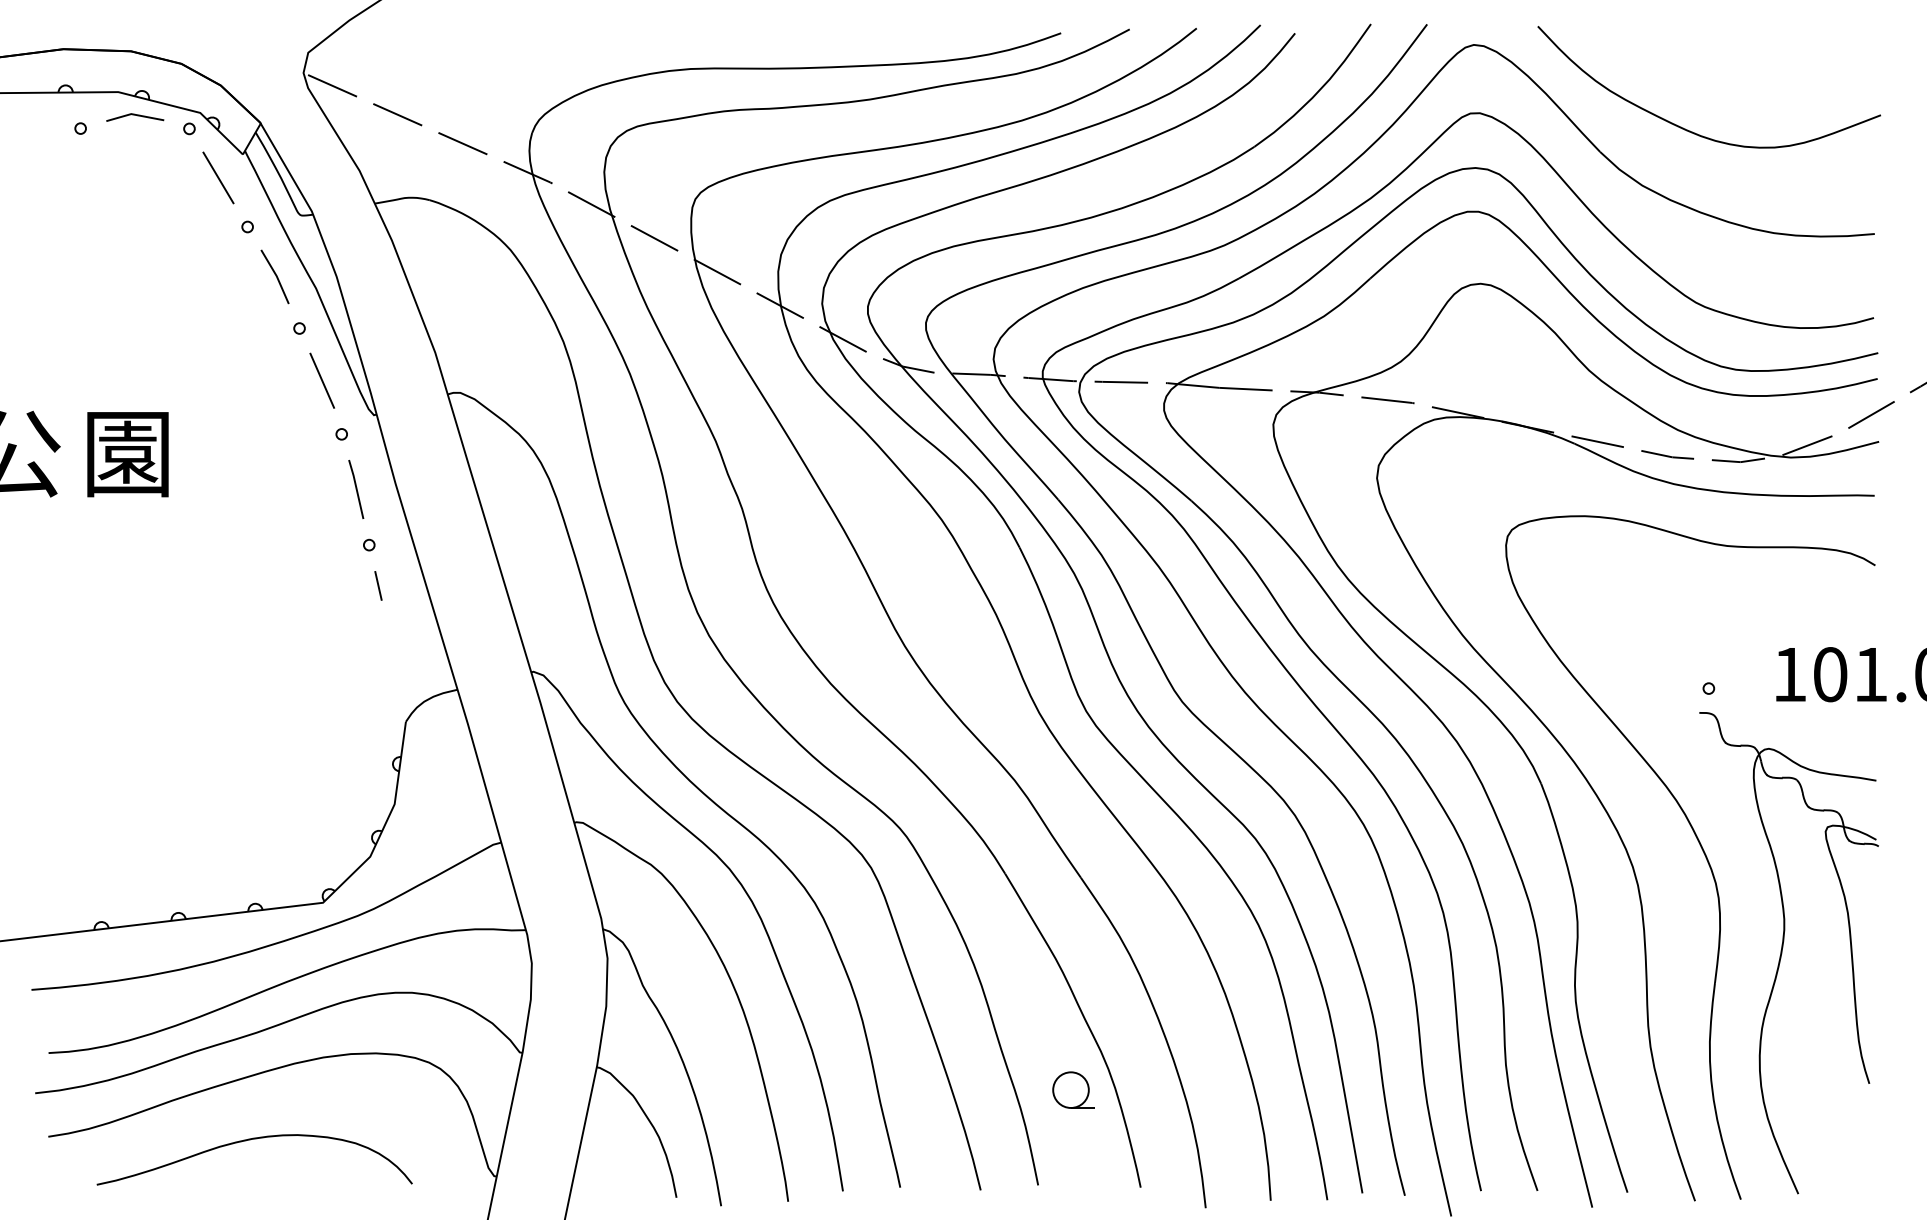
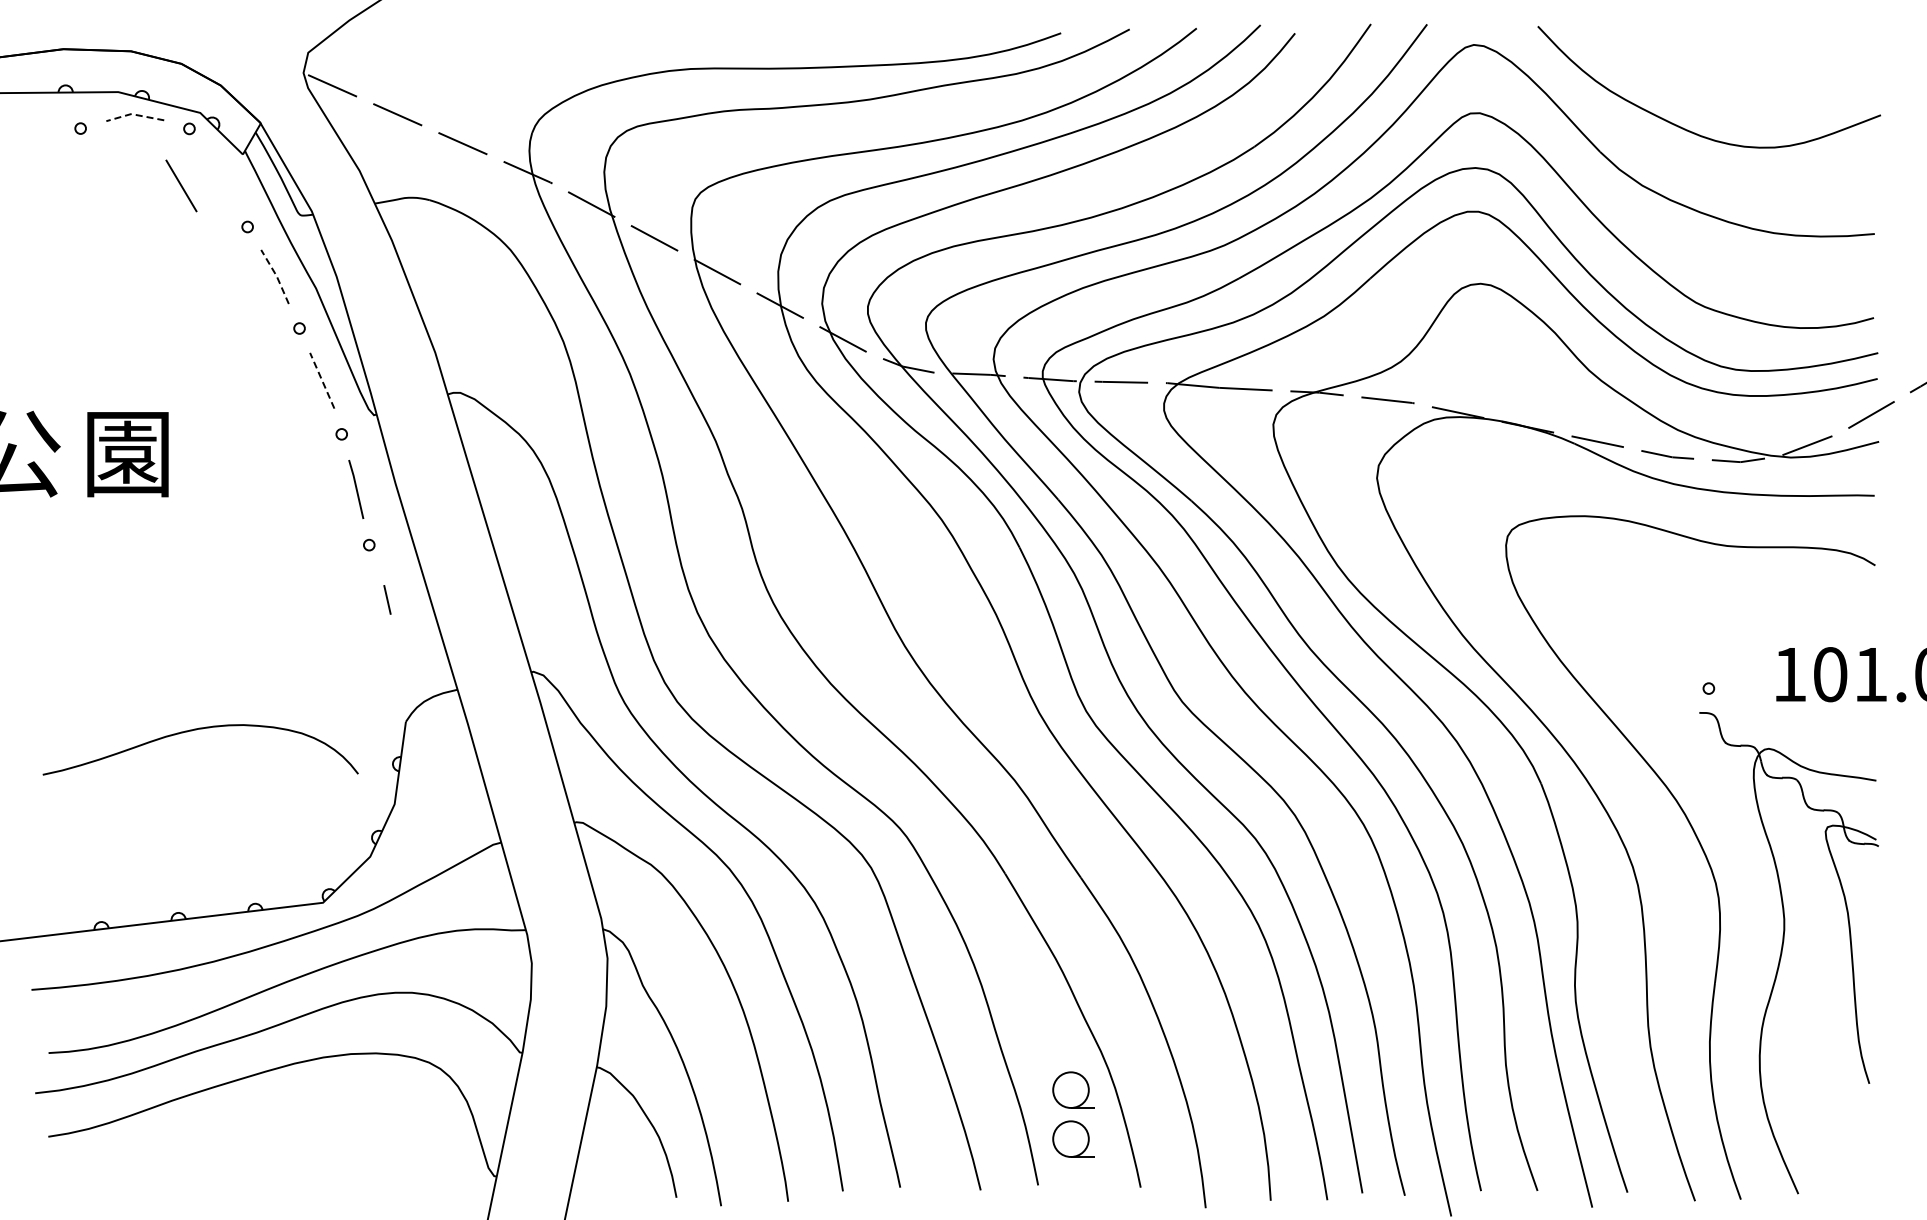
line at (134, 114): solid -> dashed
line at (218, 177) position: (218, 177) -> (181, 185)
line at (276, 276): solid -> dashed
line at (322, 380): solid -> dashed
line at (378, 585) position: (378, 585) -> (387, 599)
part at (1073, 1138): none -> present
curve at (250, 1140) position: (250, 1140) -> (196, 730)
